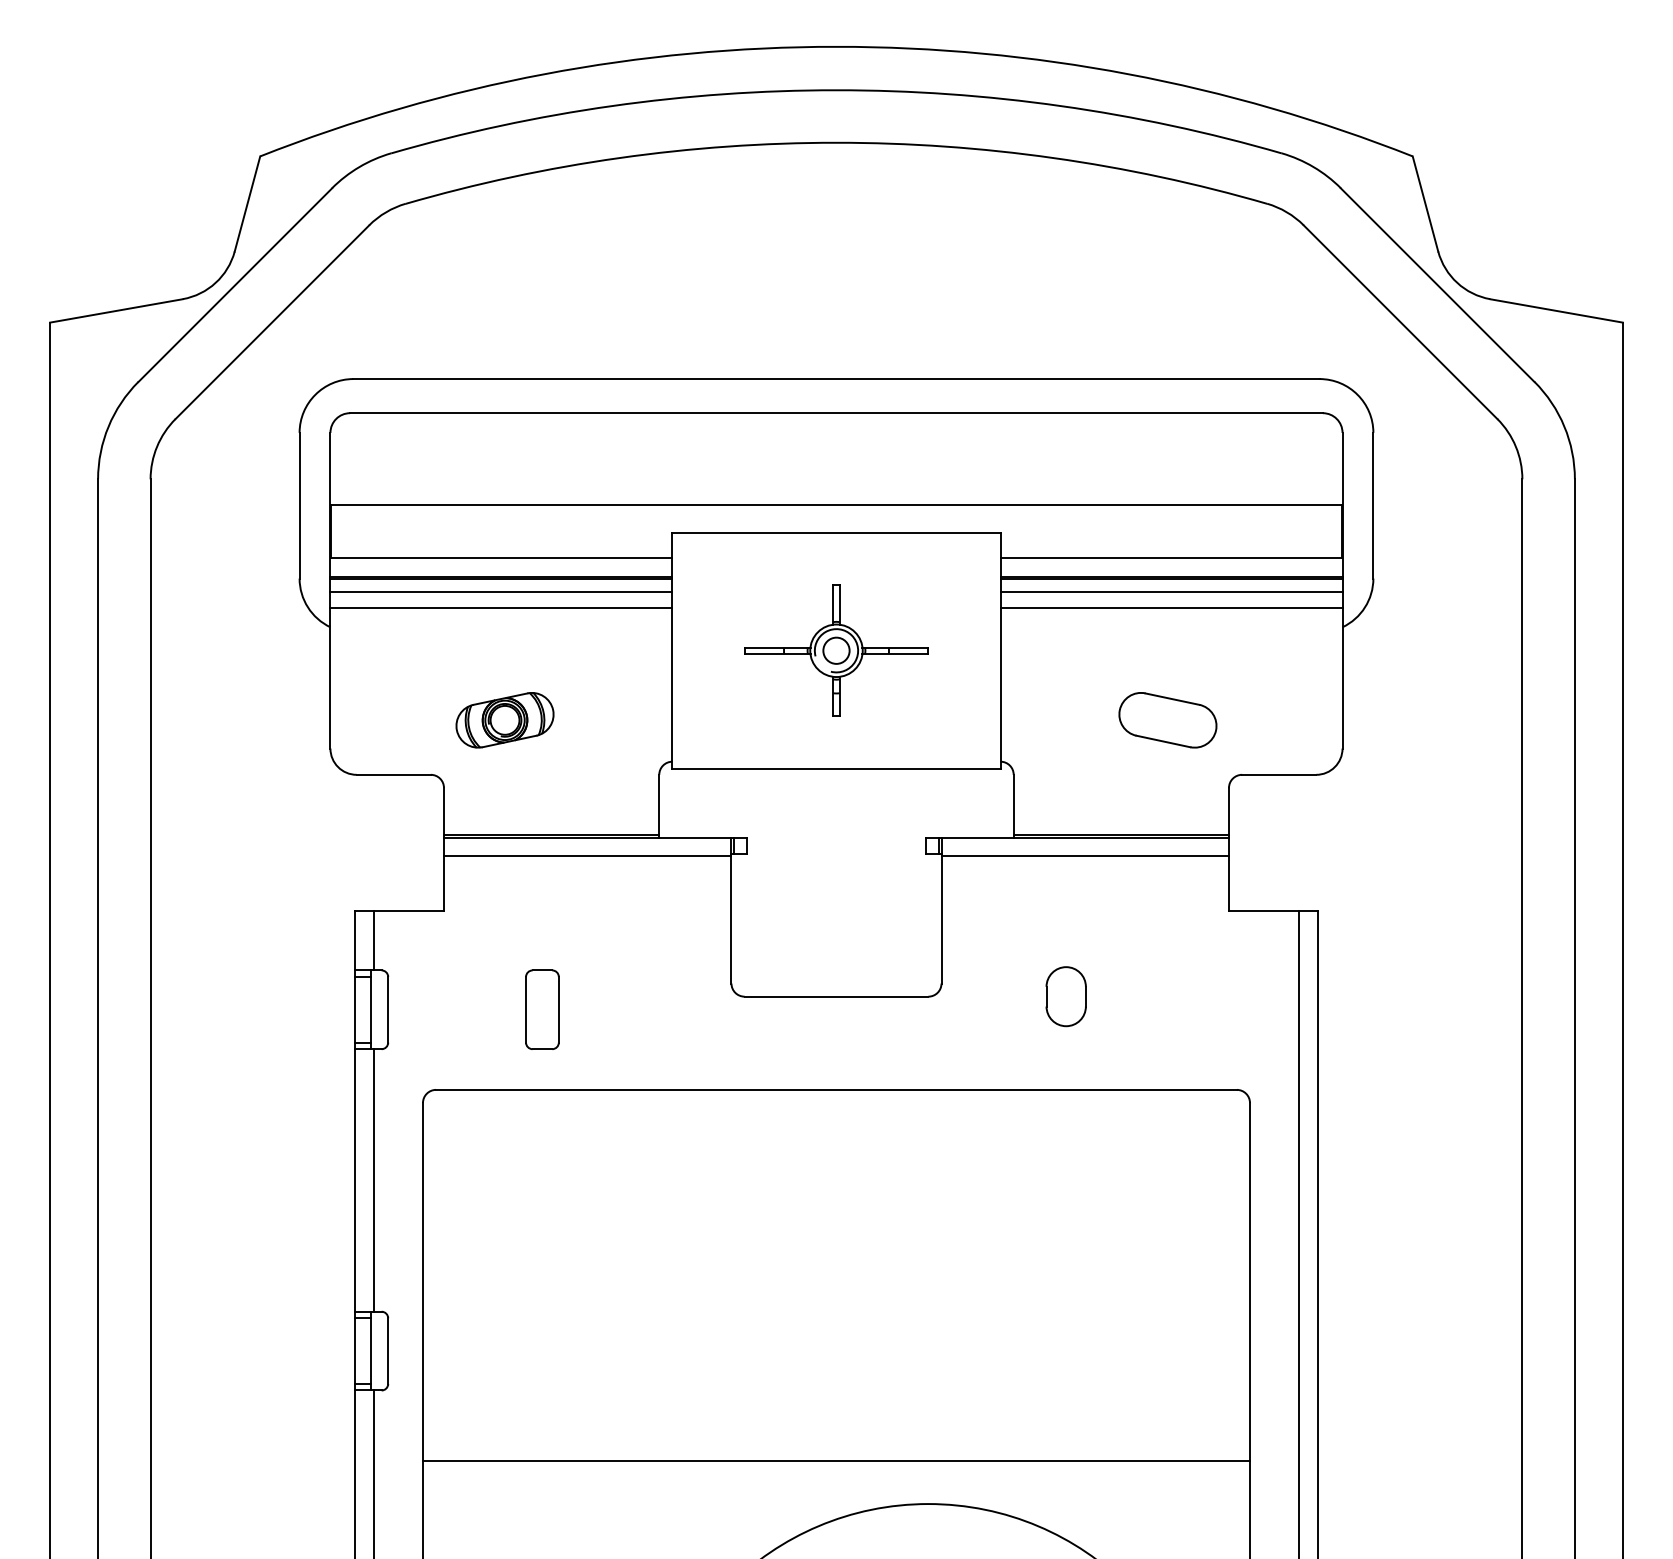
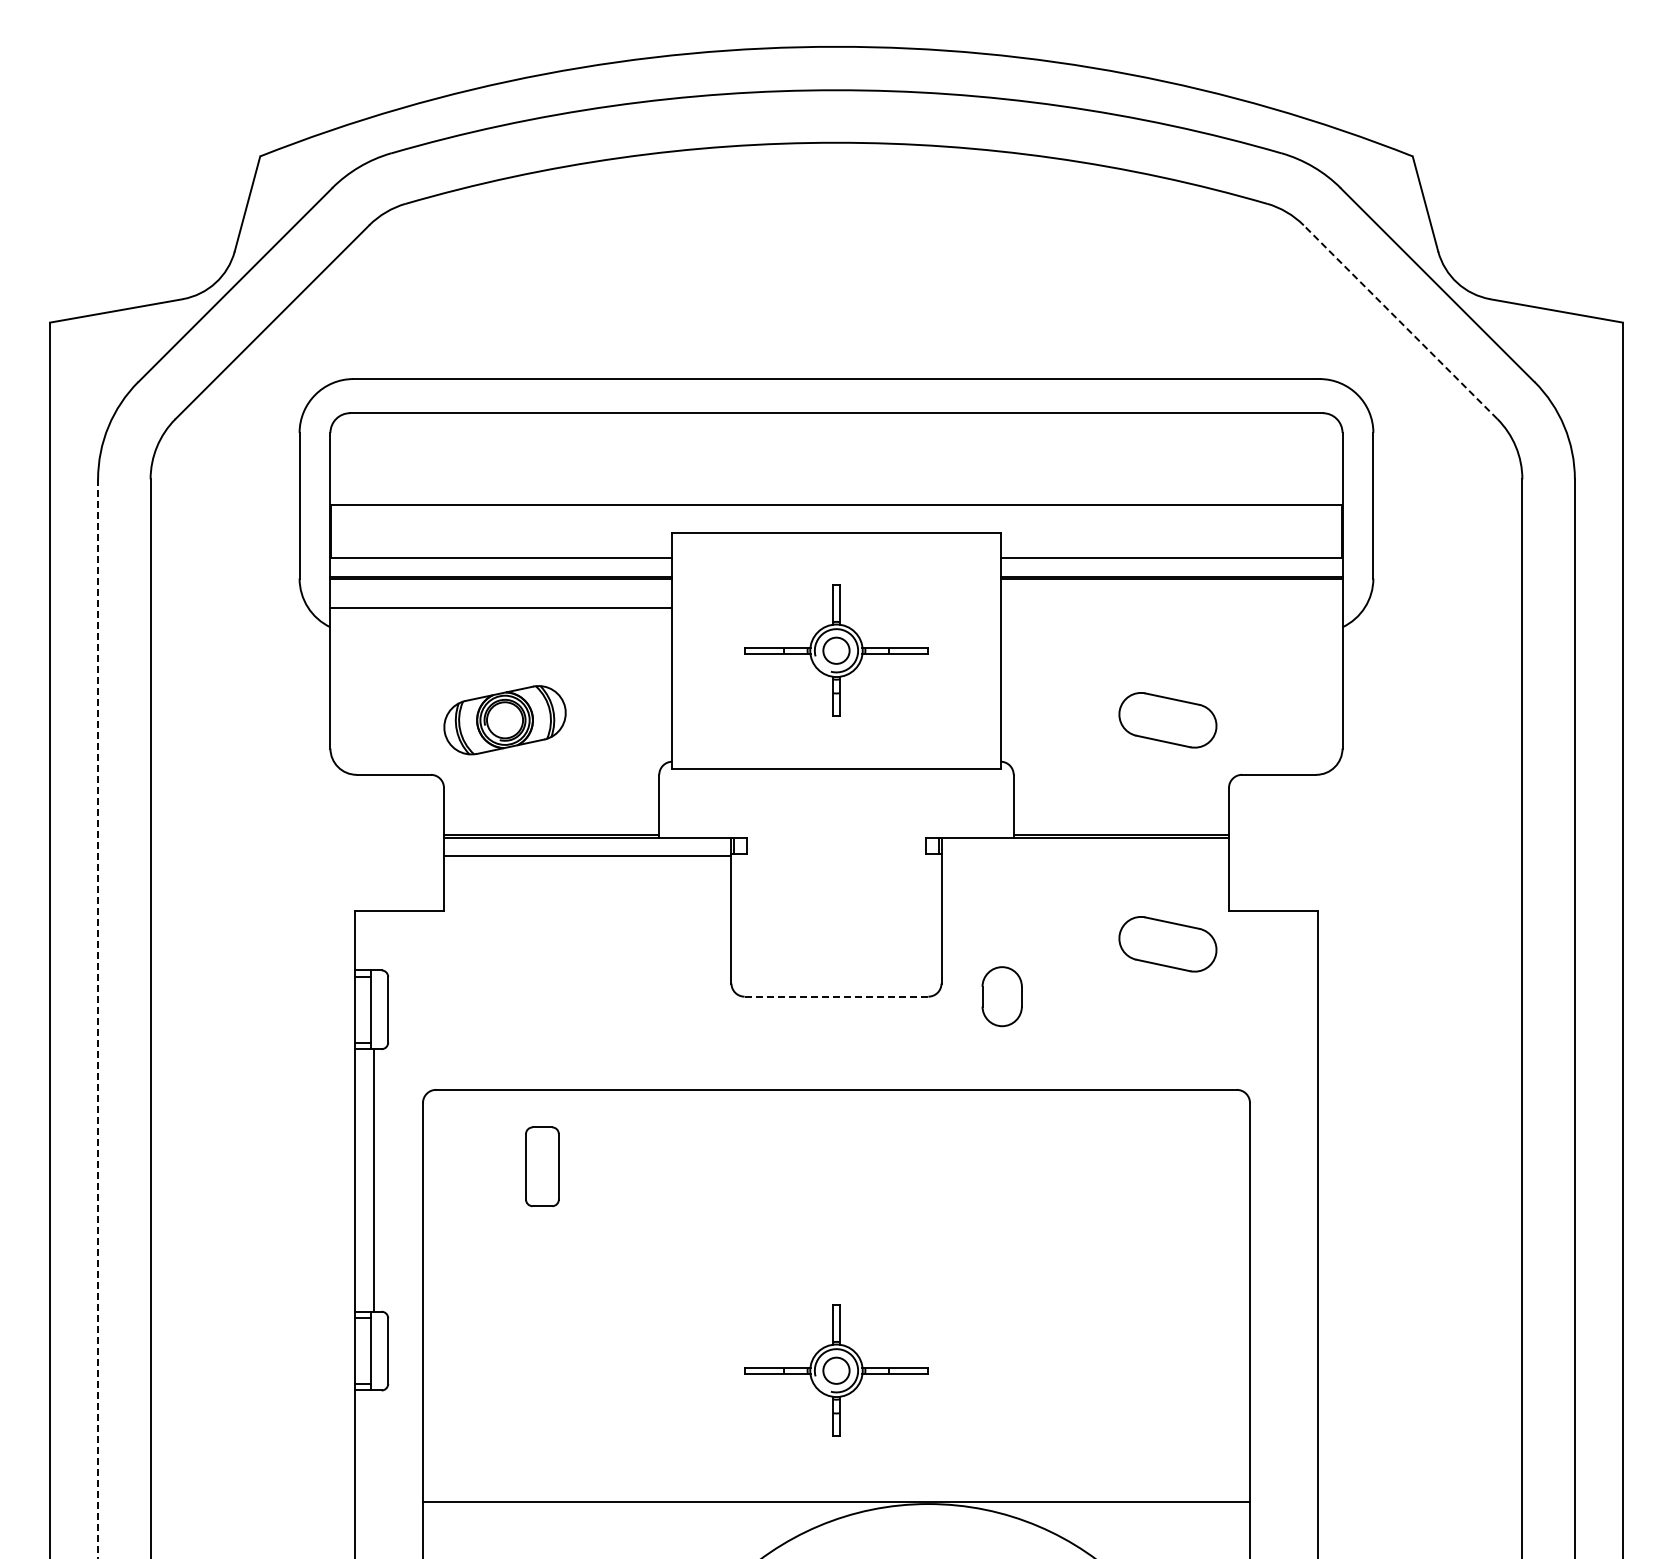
line at (1400, 322): solid -> dashed
line at (501, 592): present -> none
line at (1171, 592): present -> none
line at (1171, 608): present -> none
part at (504, 720) size: 100x57 px -> 124x71 px
line at (1084, 856): present -> none
line at (373, 940): present -> none
part at (1167, 944): none -> present
line at (836, 996): solid -> dashed
part at (1065, 996) position: (1065, 996) -> (1001, 996)
part at (542, 1009) position: (542, 1009) -> (542, 1166)
line at (98, 1019): solid -> dashed
line at (1299, 1233): present -> none
part at (836, 1370): none -> present
line at (836, 1460) position: (836, 1460) -> (836, 1501)
line at (373, 1472): present -> none
